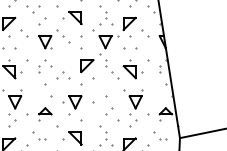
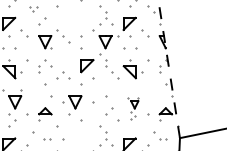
part at (33, 9) size: 15x9 px -> 10x7 px
part at (72, 18): present -> none
line at (169, 69): solid -> dashed
part at (133, 108) size: 21x39 px -> 13x24 px
part at (75, 138): present -> none
part at (42, 139) position: (42, 139) -> (47, 139)
